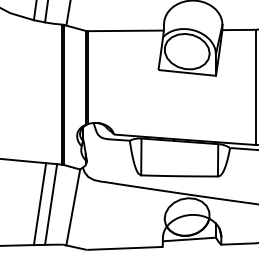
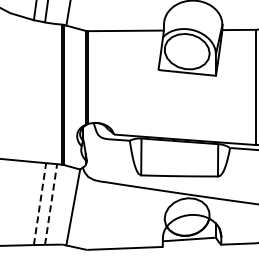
line at (40, 203): solid -> dashed
line at (51, 204): solid -> dashed
